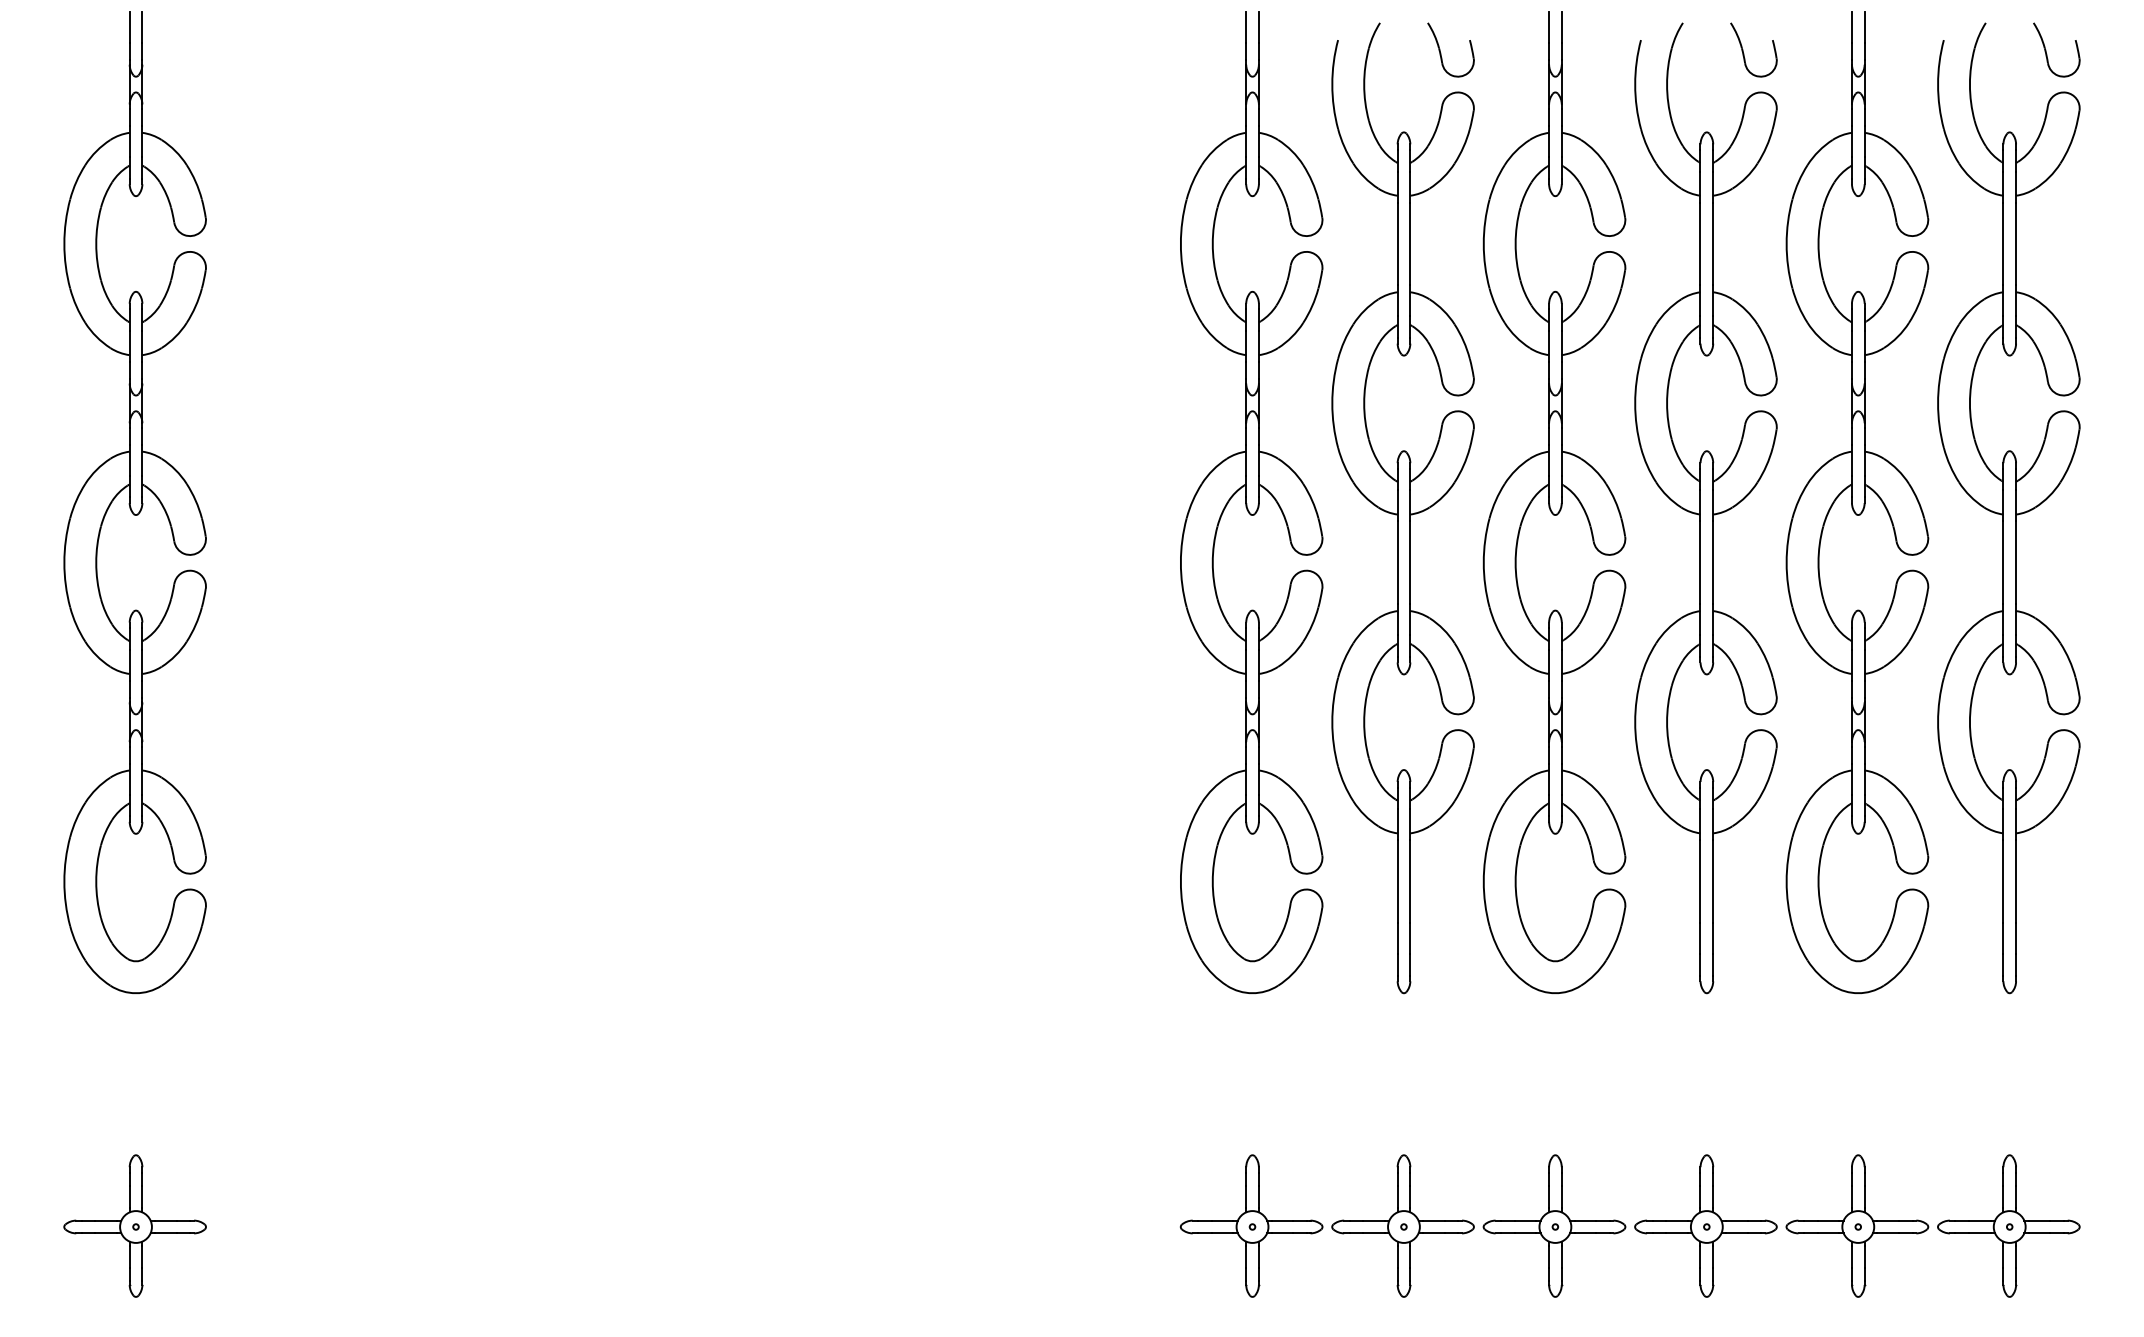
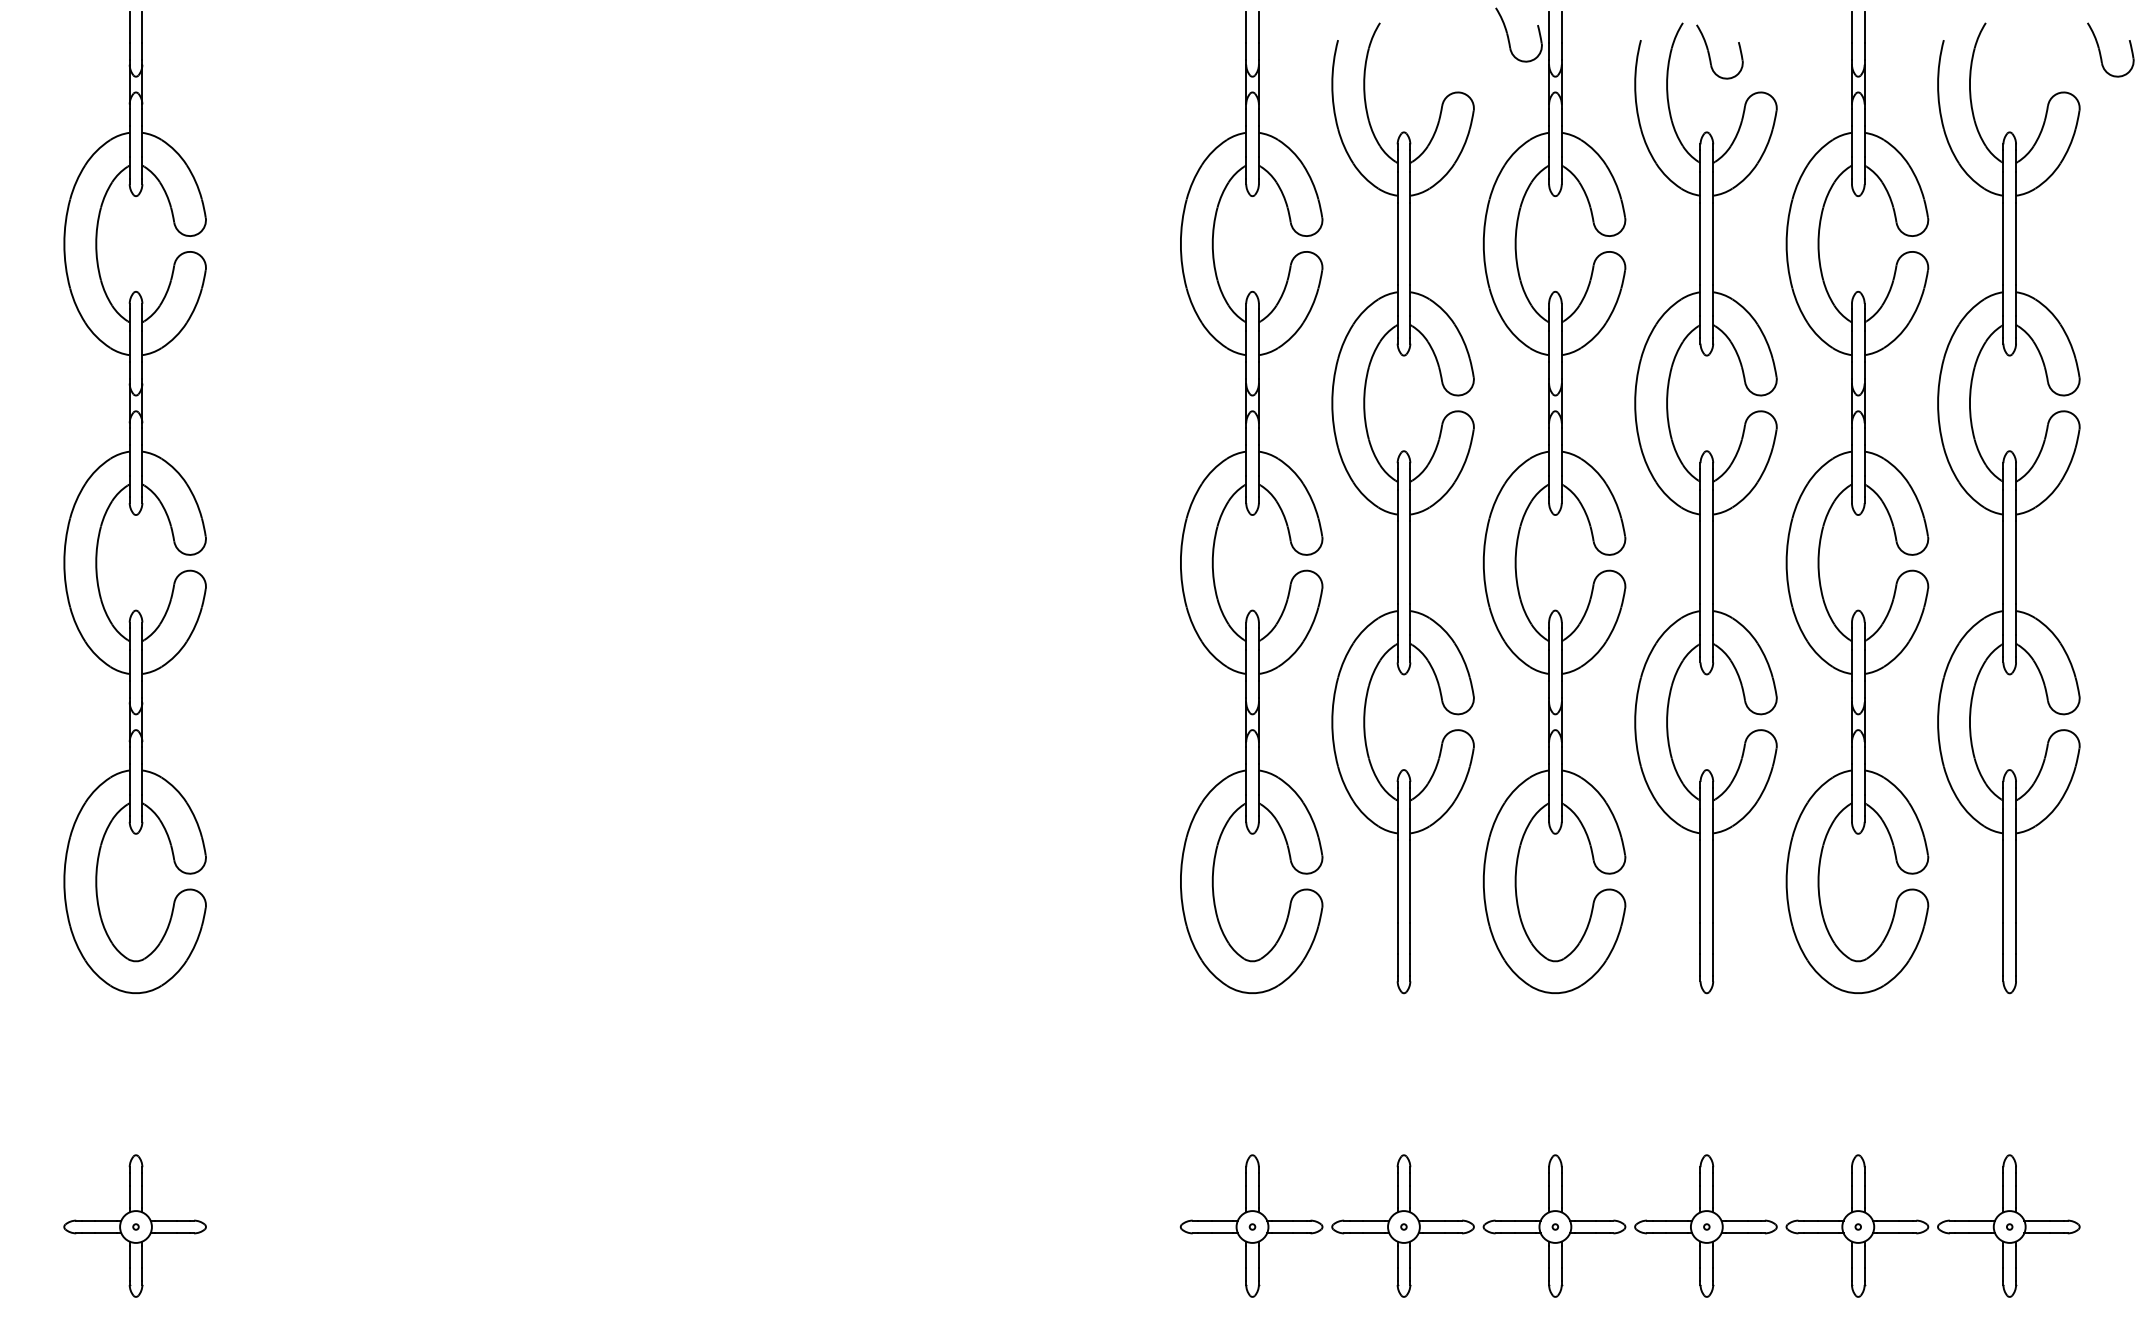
part at (2046, 49) position: (2046, 49) -> (2100, 49)
part at (1441, 53) position: (1441, 53) -> (1509, 38)
part at (1744, 53) position: (1744, 53) -> (1710, 55)
